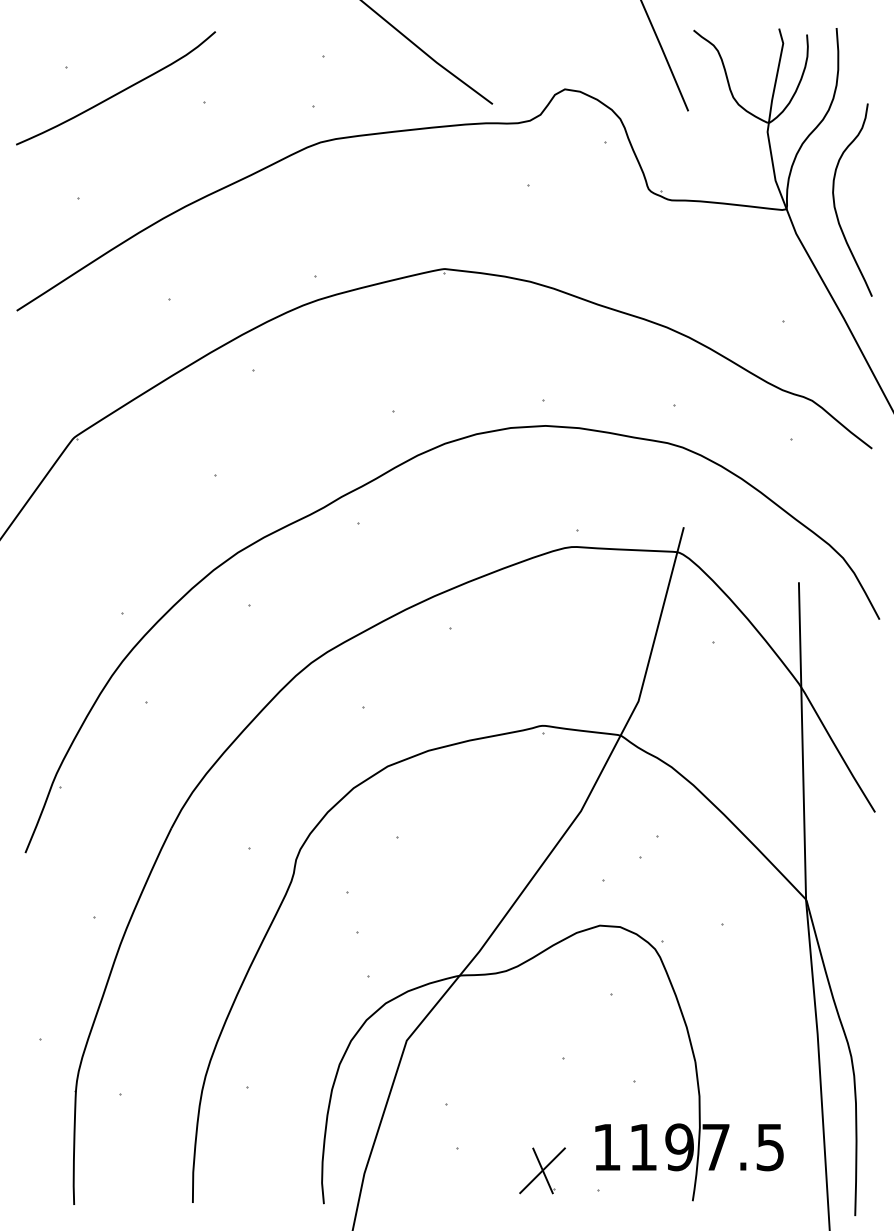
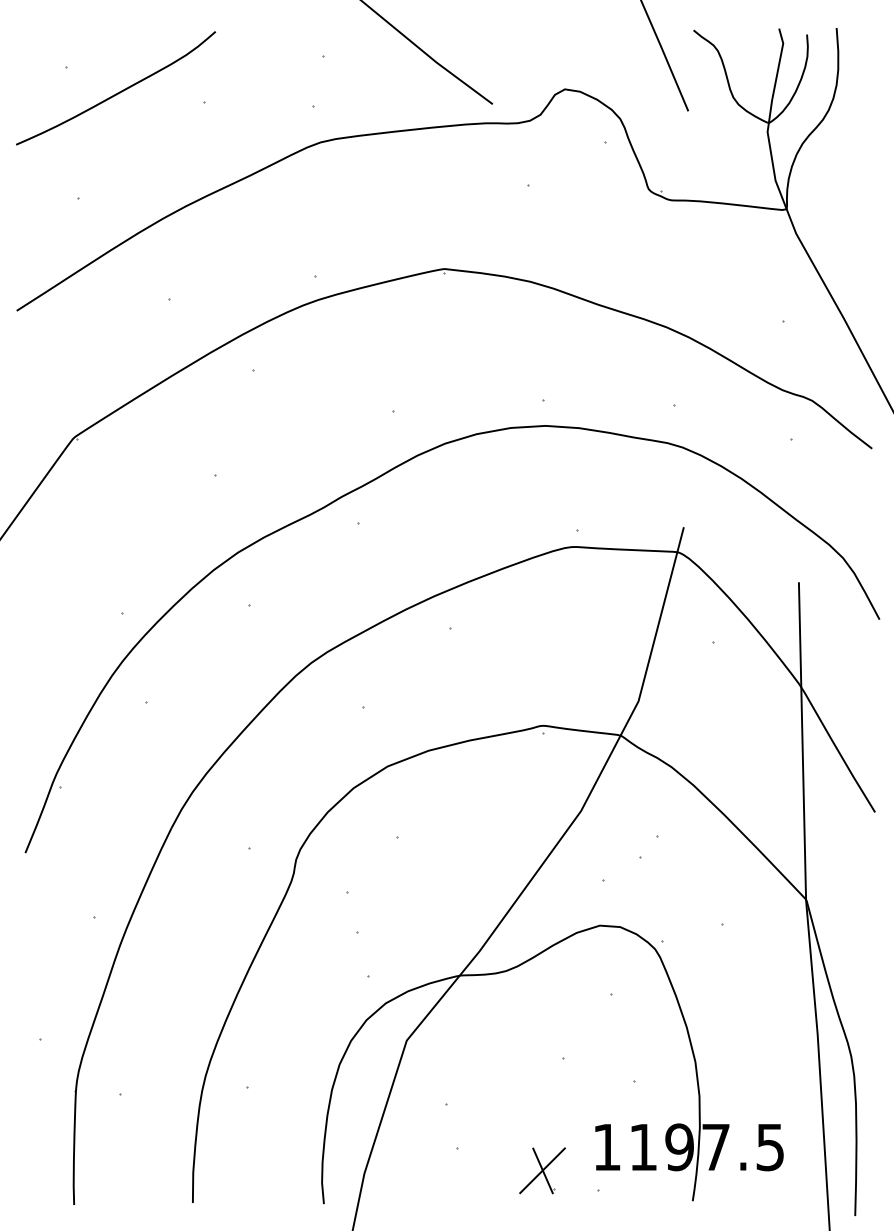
curve at (835, 203): present -> none
